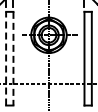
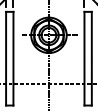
line at (6, 58): dashed -> solid
line at (13, 58): dashed -> solid
